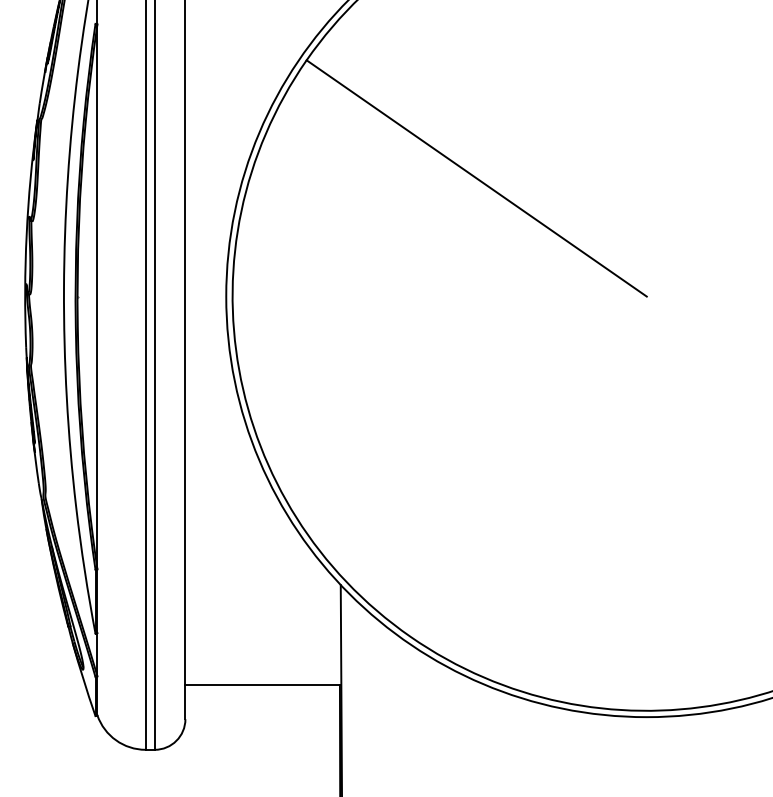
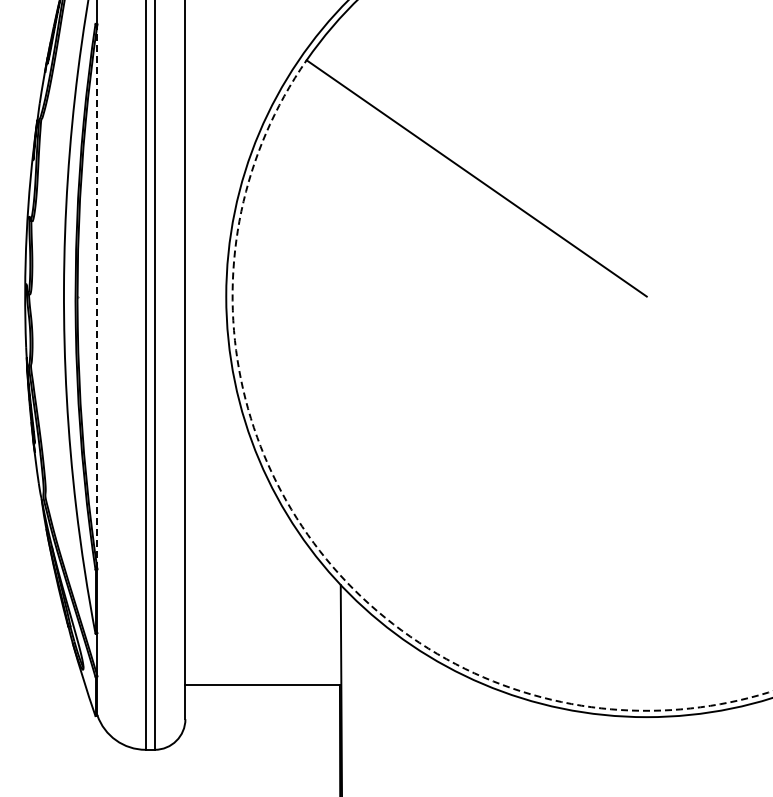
line at (97, 296): solid -> dashed
arc at (313, 541): solid -> dashed
